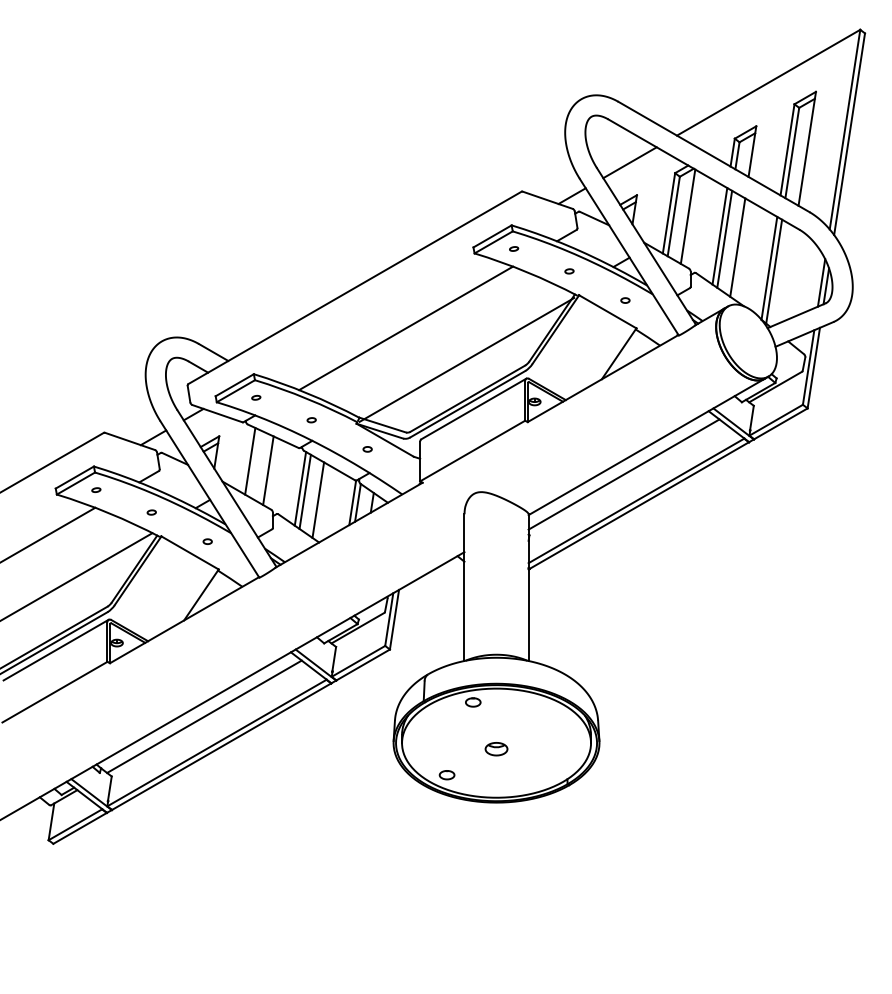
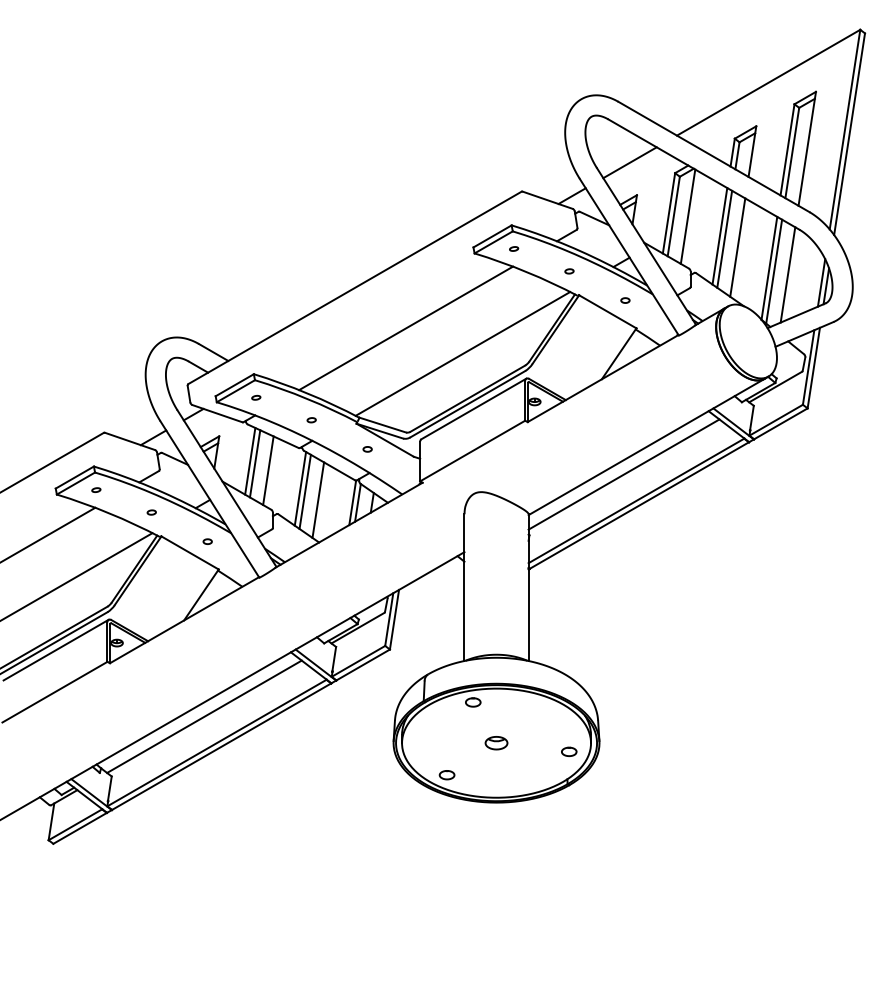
line at (787, 274): none -> present
line at (466, 359) position: (466, 359) -> (462, 353)
line at (255, 463): none -> present
part at (496, 749) position: (496, 749) -> (496, 743)
part at (569, 751): none -> present
